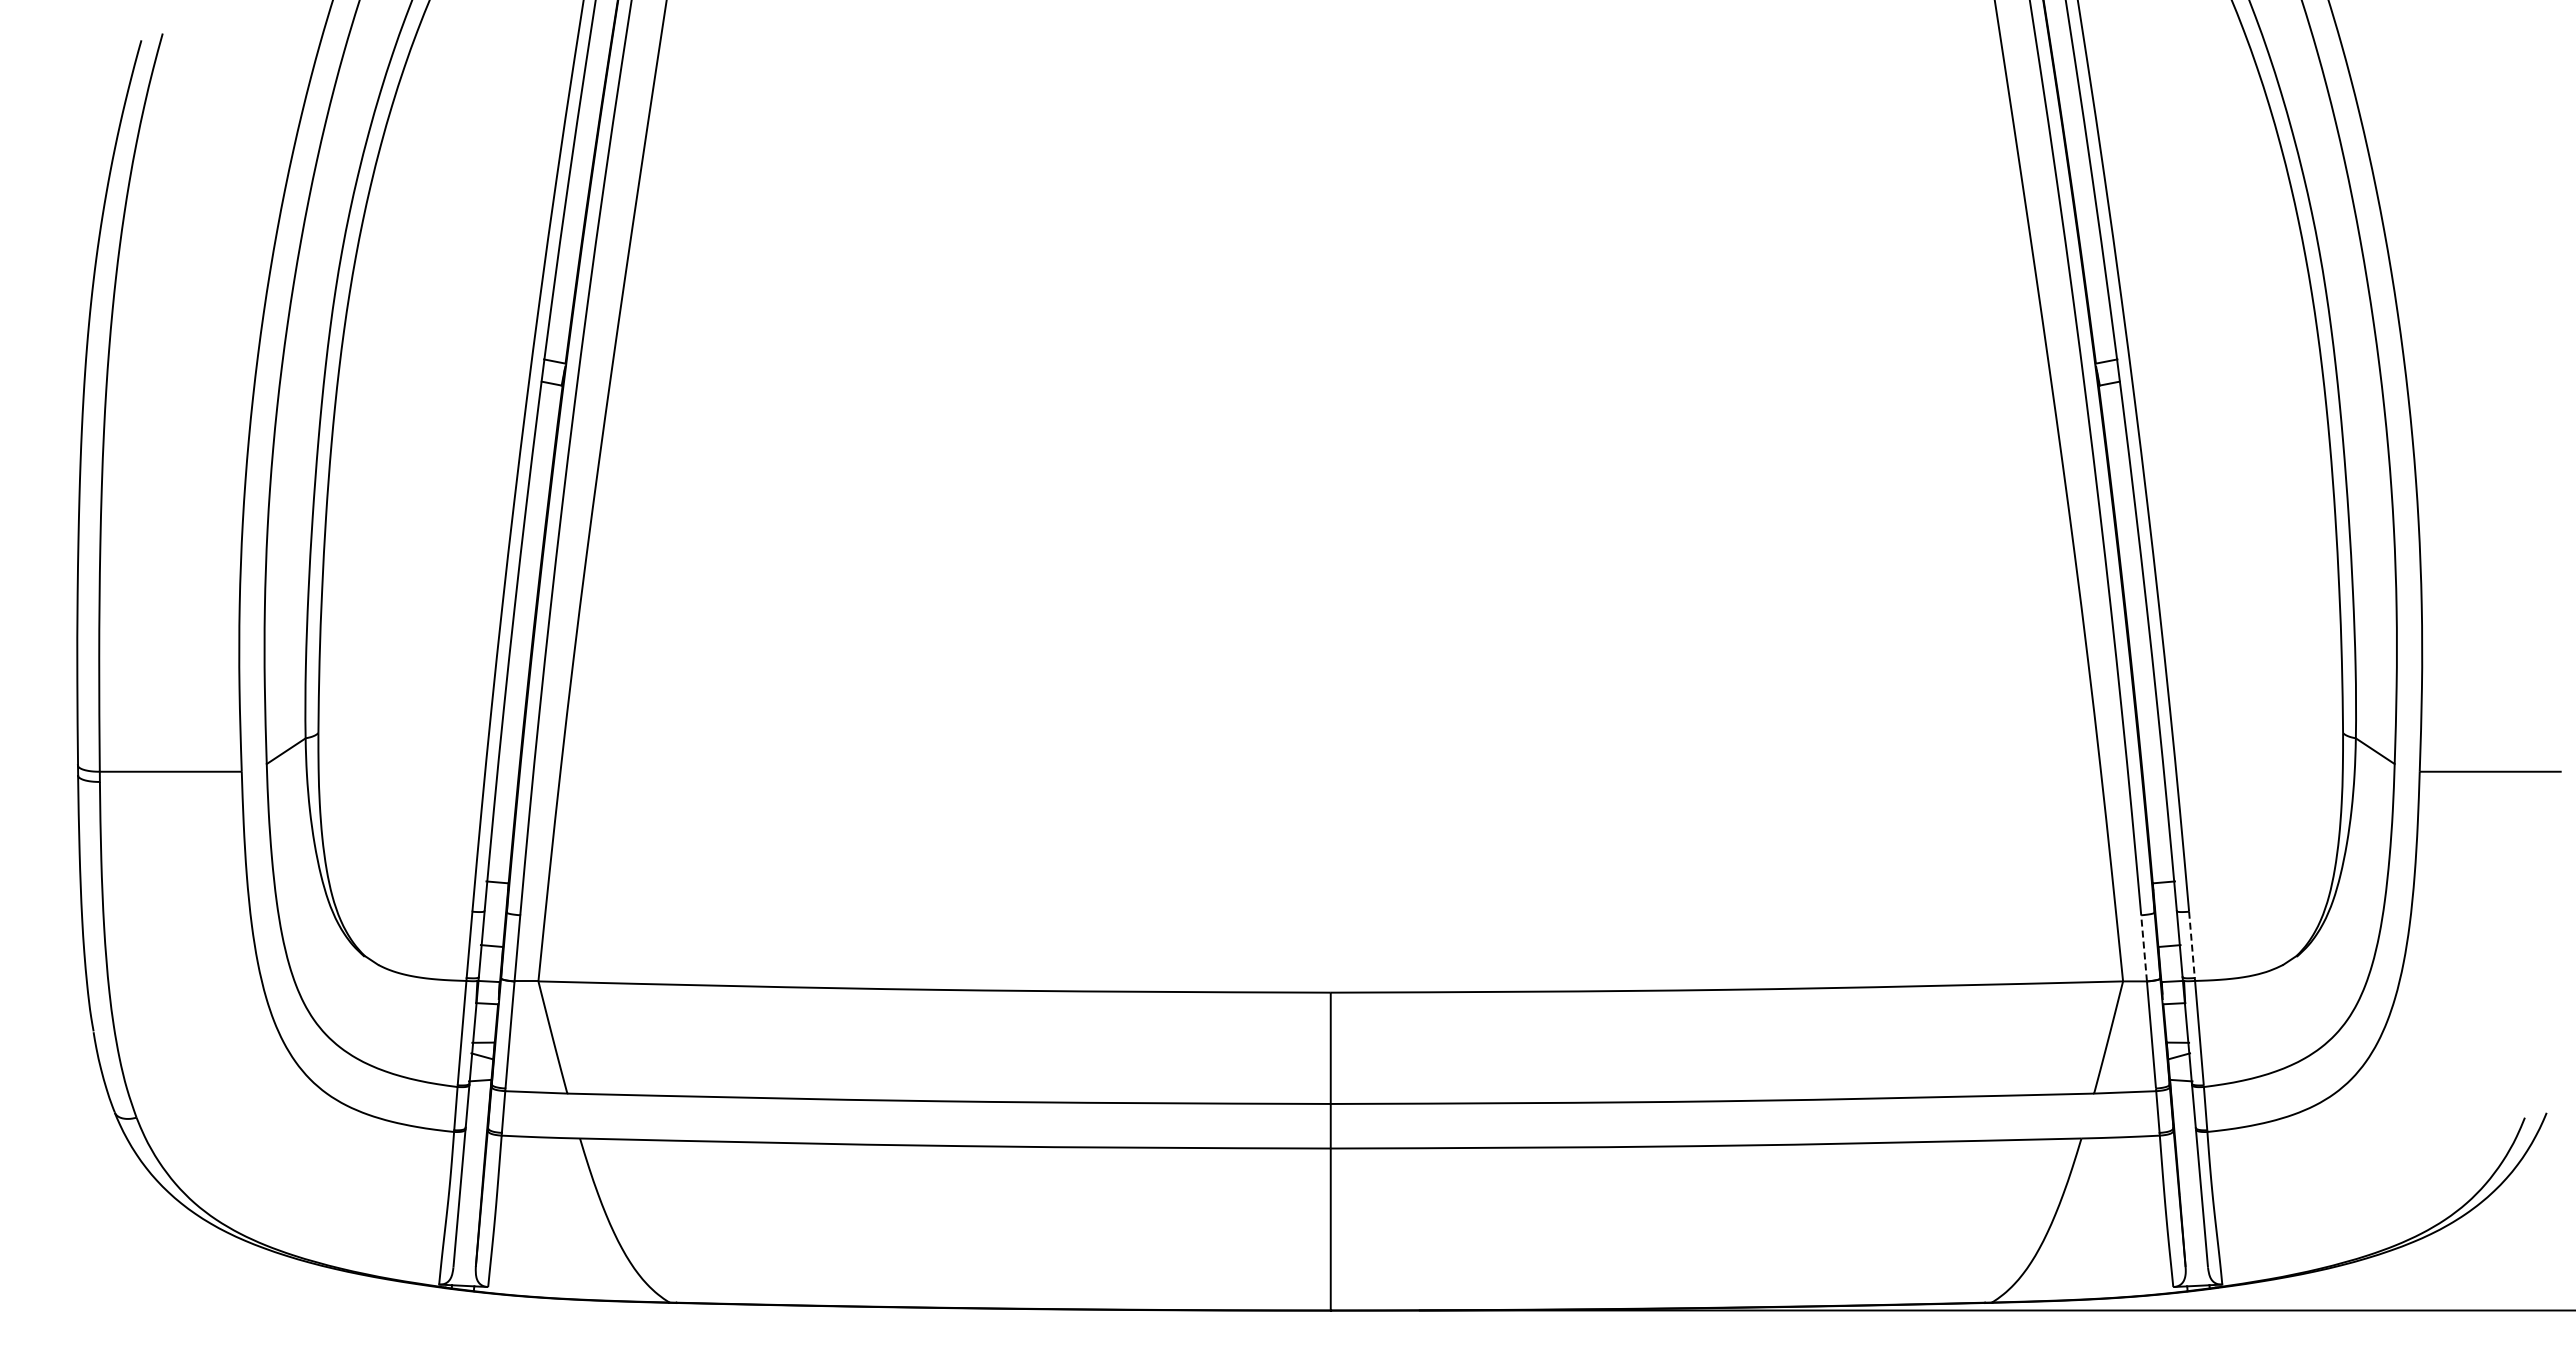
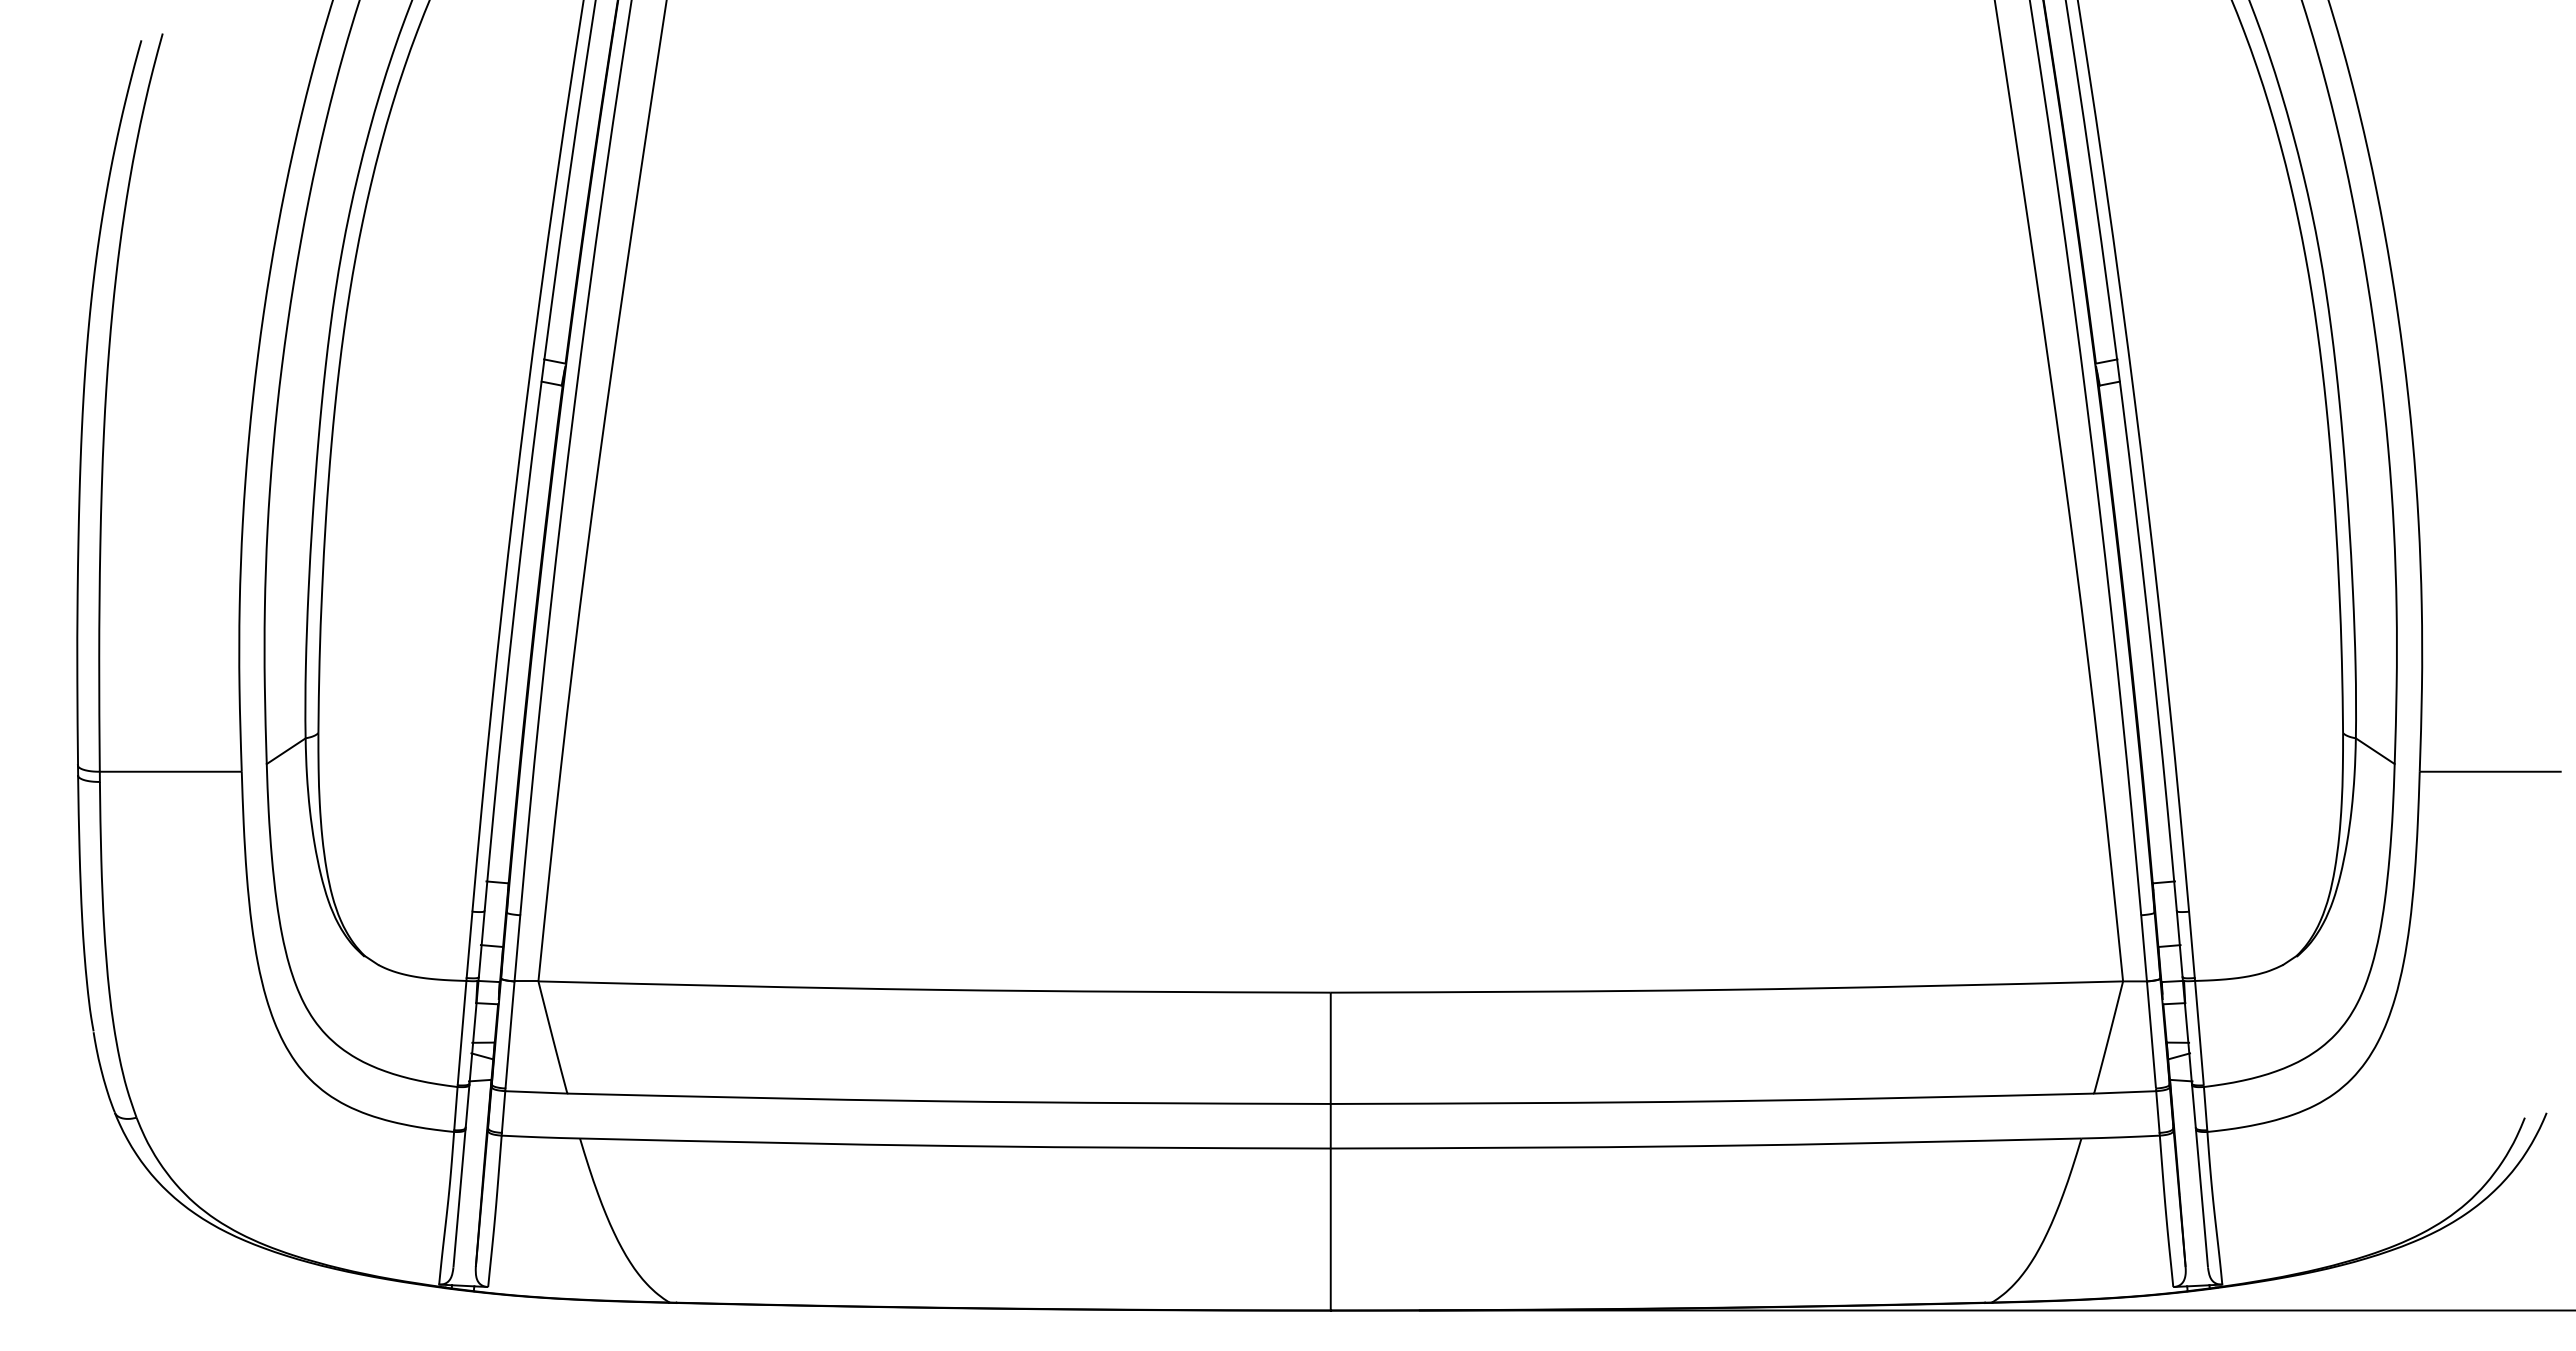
line at (2191, 945): dashed -> solid
line at (2144, 947): dashed -> solid
